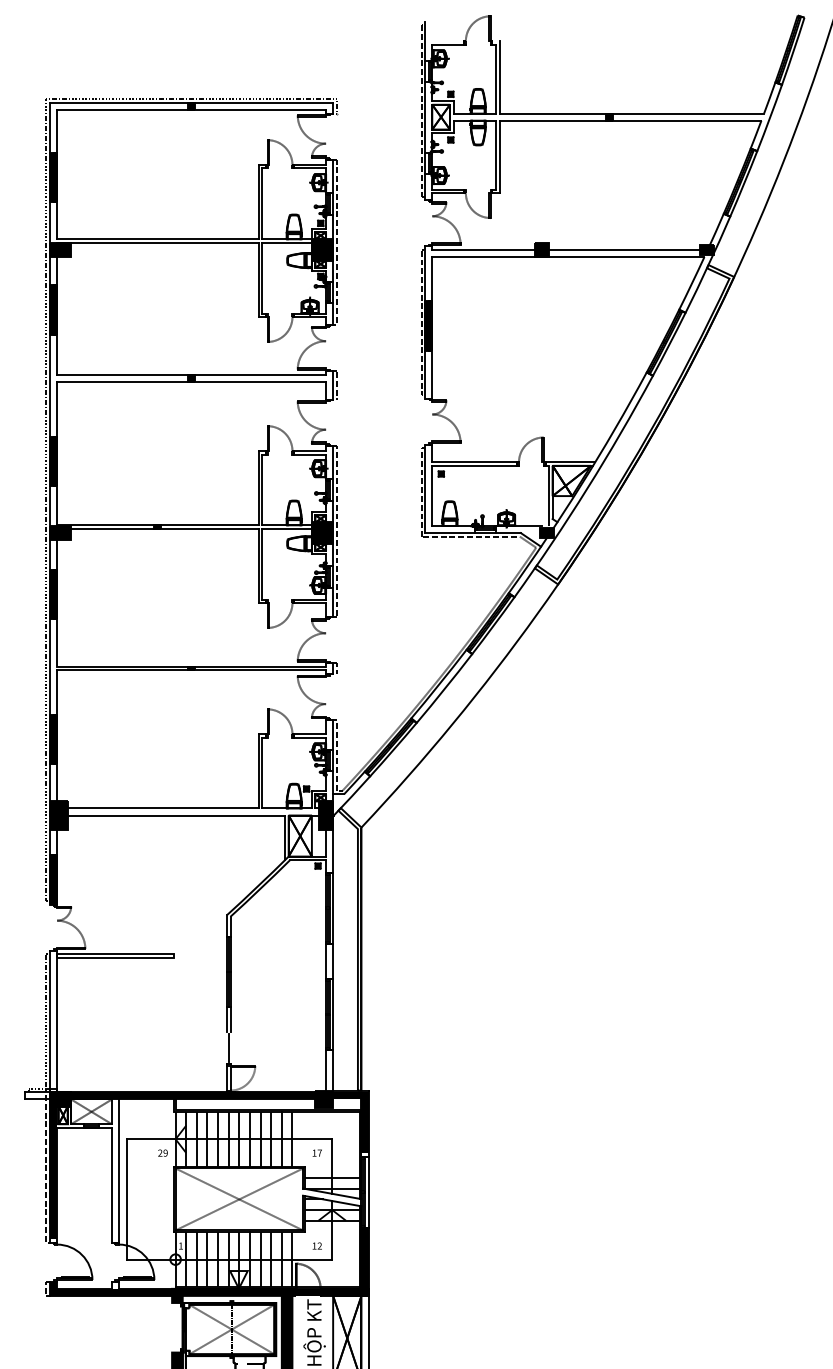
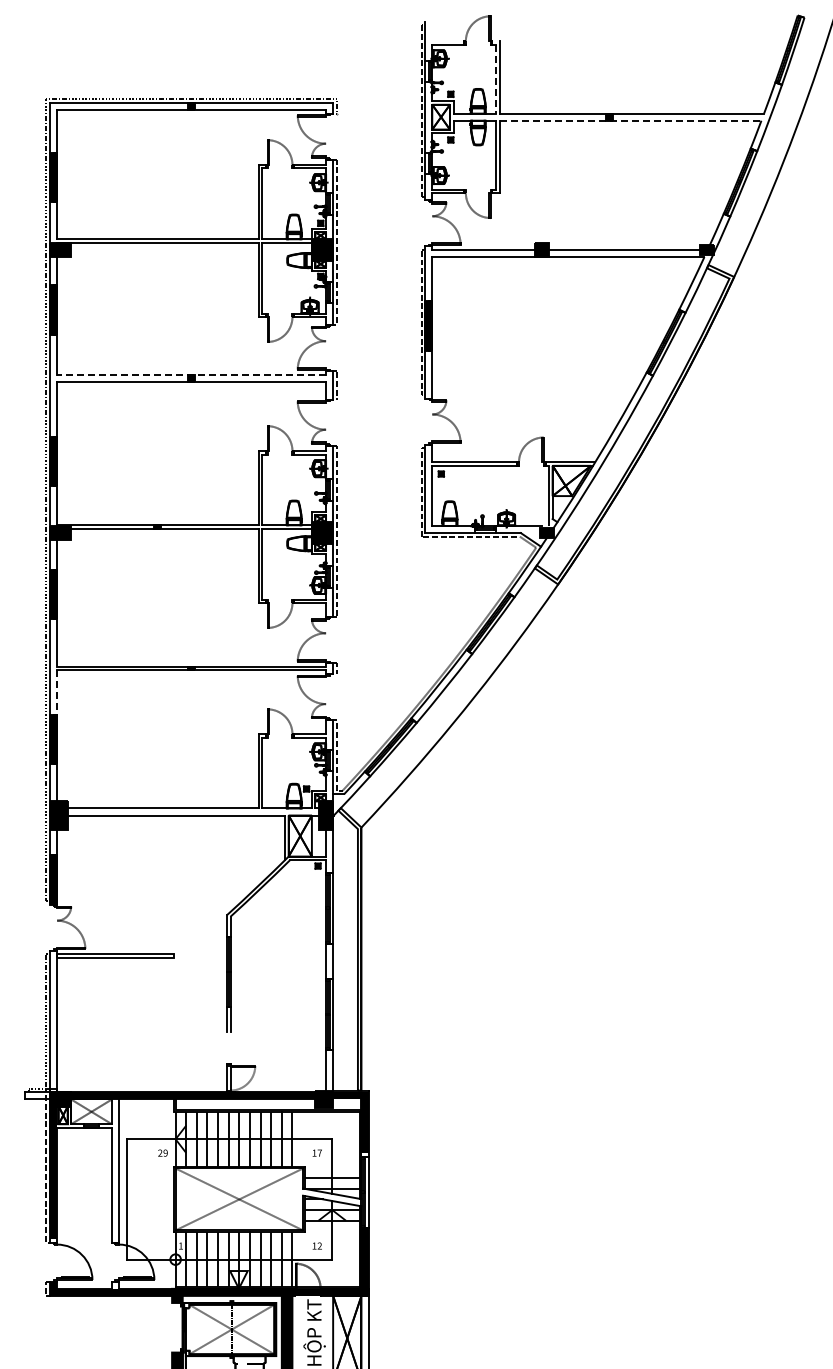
line at (495, 79): solid -> dashed
line at (630, 120): solid -> dashed
line at (191, 374): solid -> dashed
line at (57, 693): solid -> dashed
line at (228, 1047): present -> none
